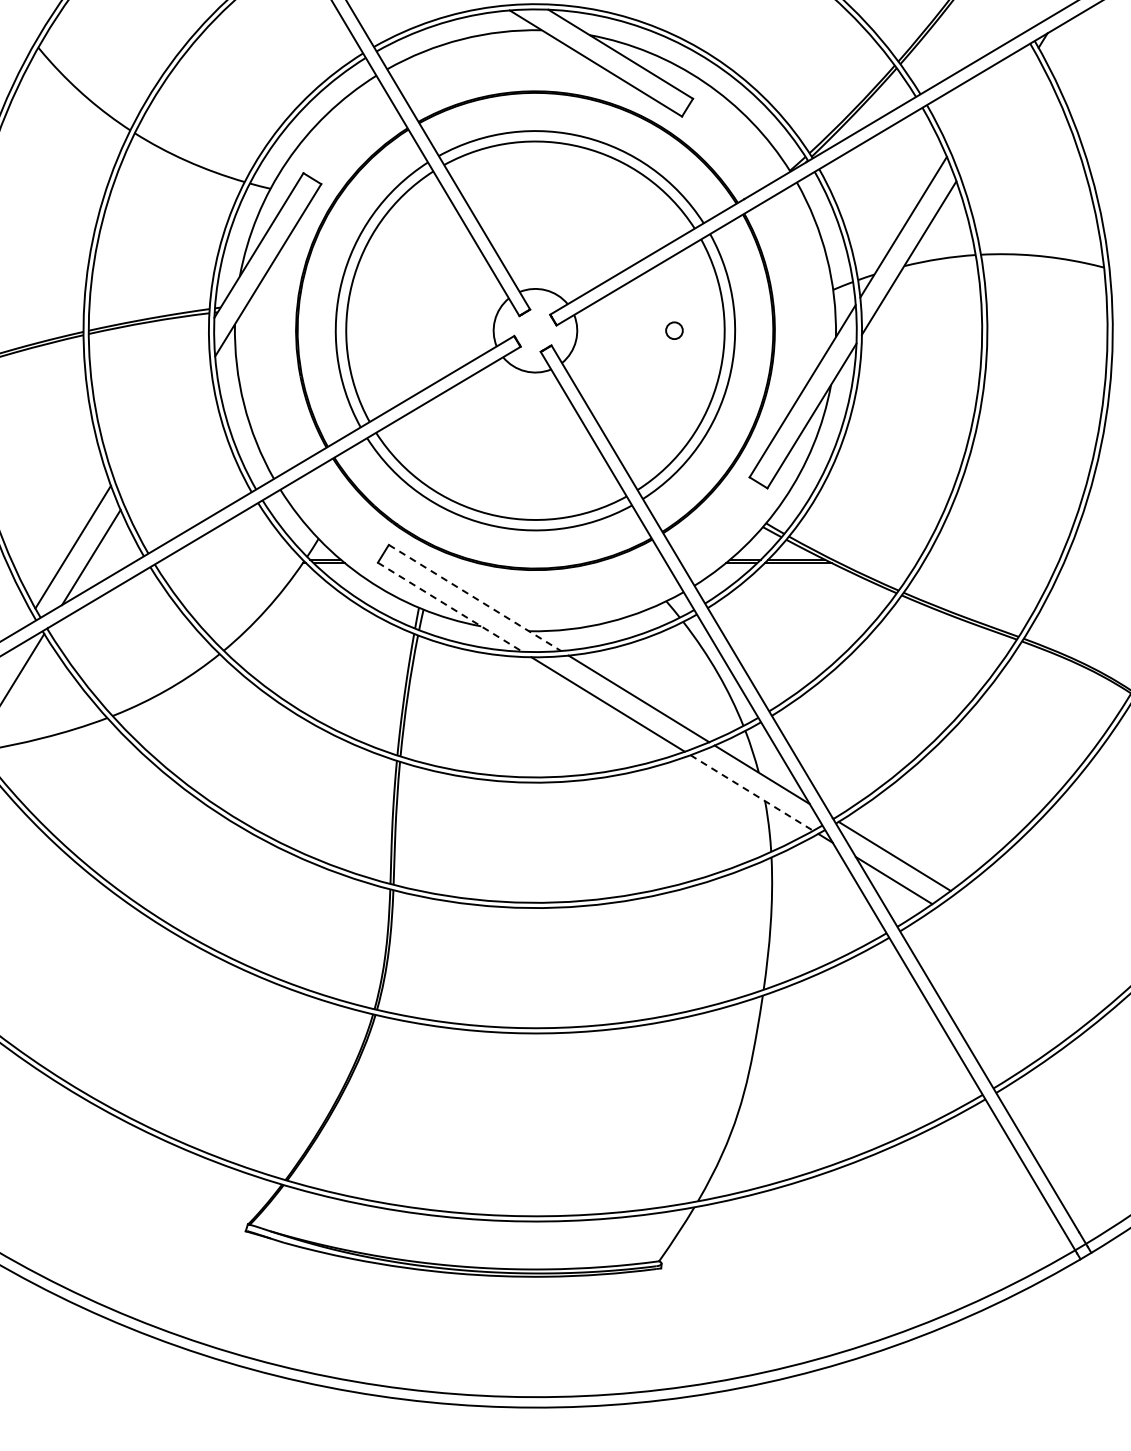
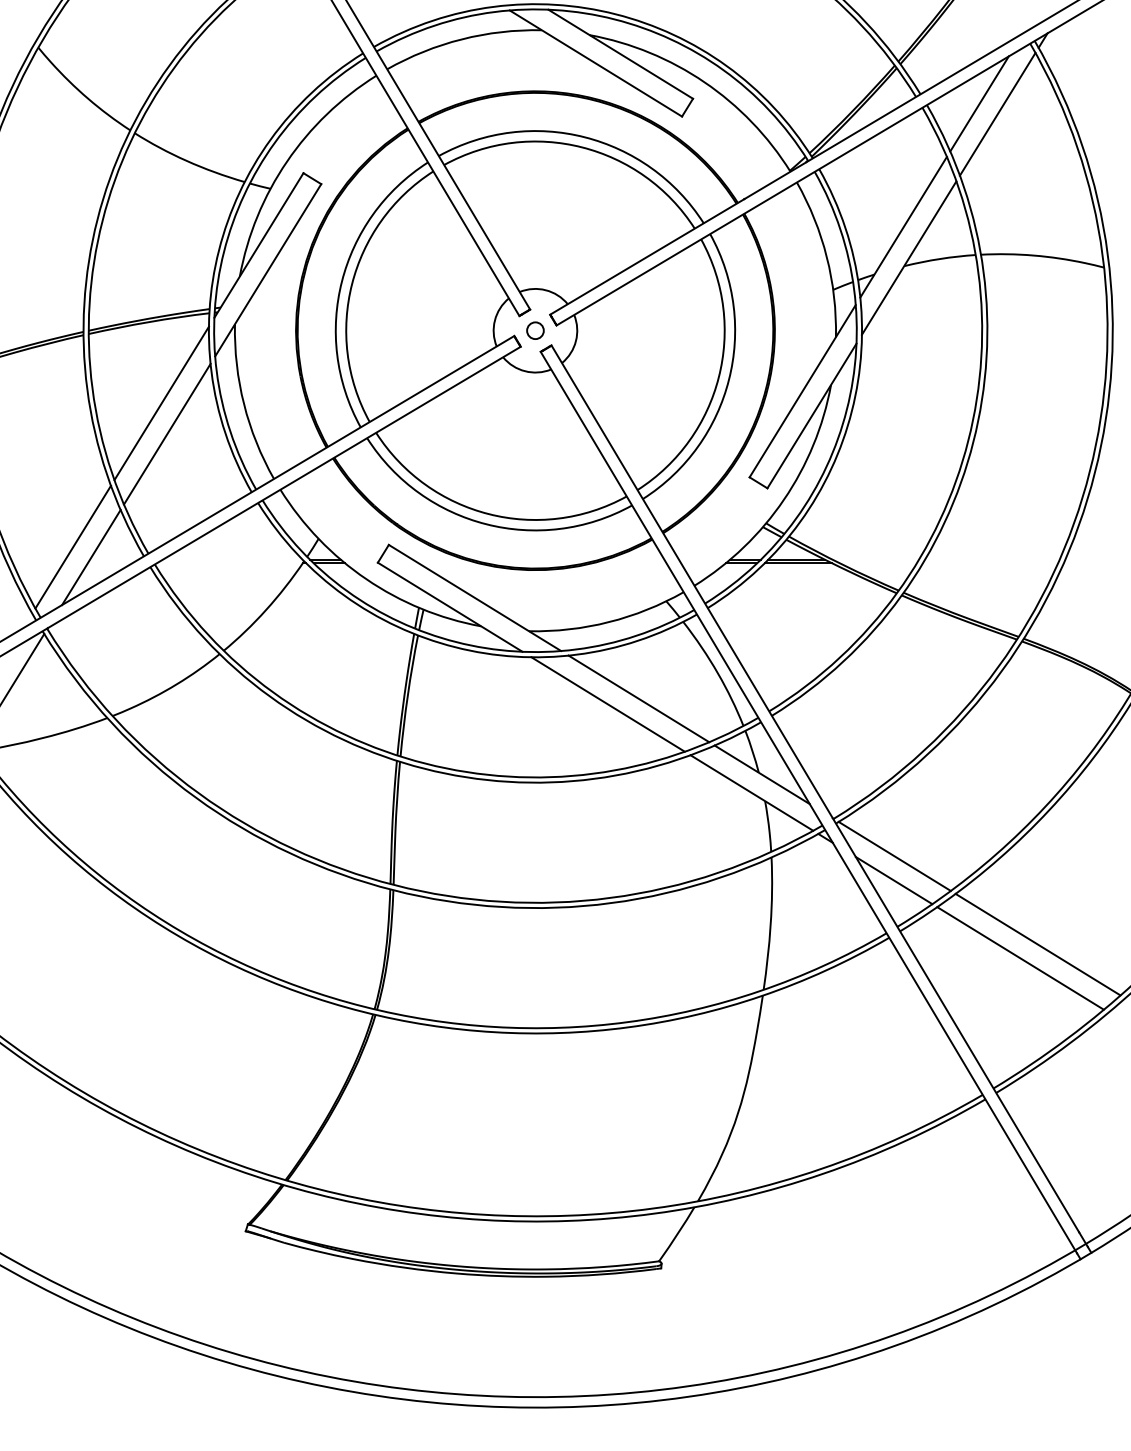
line at (979, 103): none -> present
line at (997, 113): none -> present
circle at (674, 330) position: (674, 330) -> (535, 330)
line at (161, 403): none -> present
line at (167, 433): none -> present
line at (475, 598): dashed -> solid
line at (450, 607): dashed -> solid
line at (752, 793): dashed -> solid
line at (1037, 944): none -> present
line at (1020, 958): none -> present
